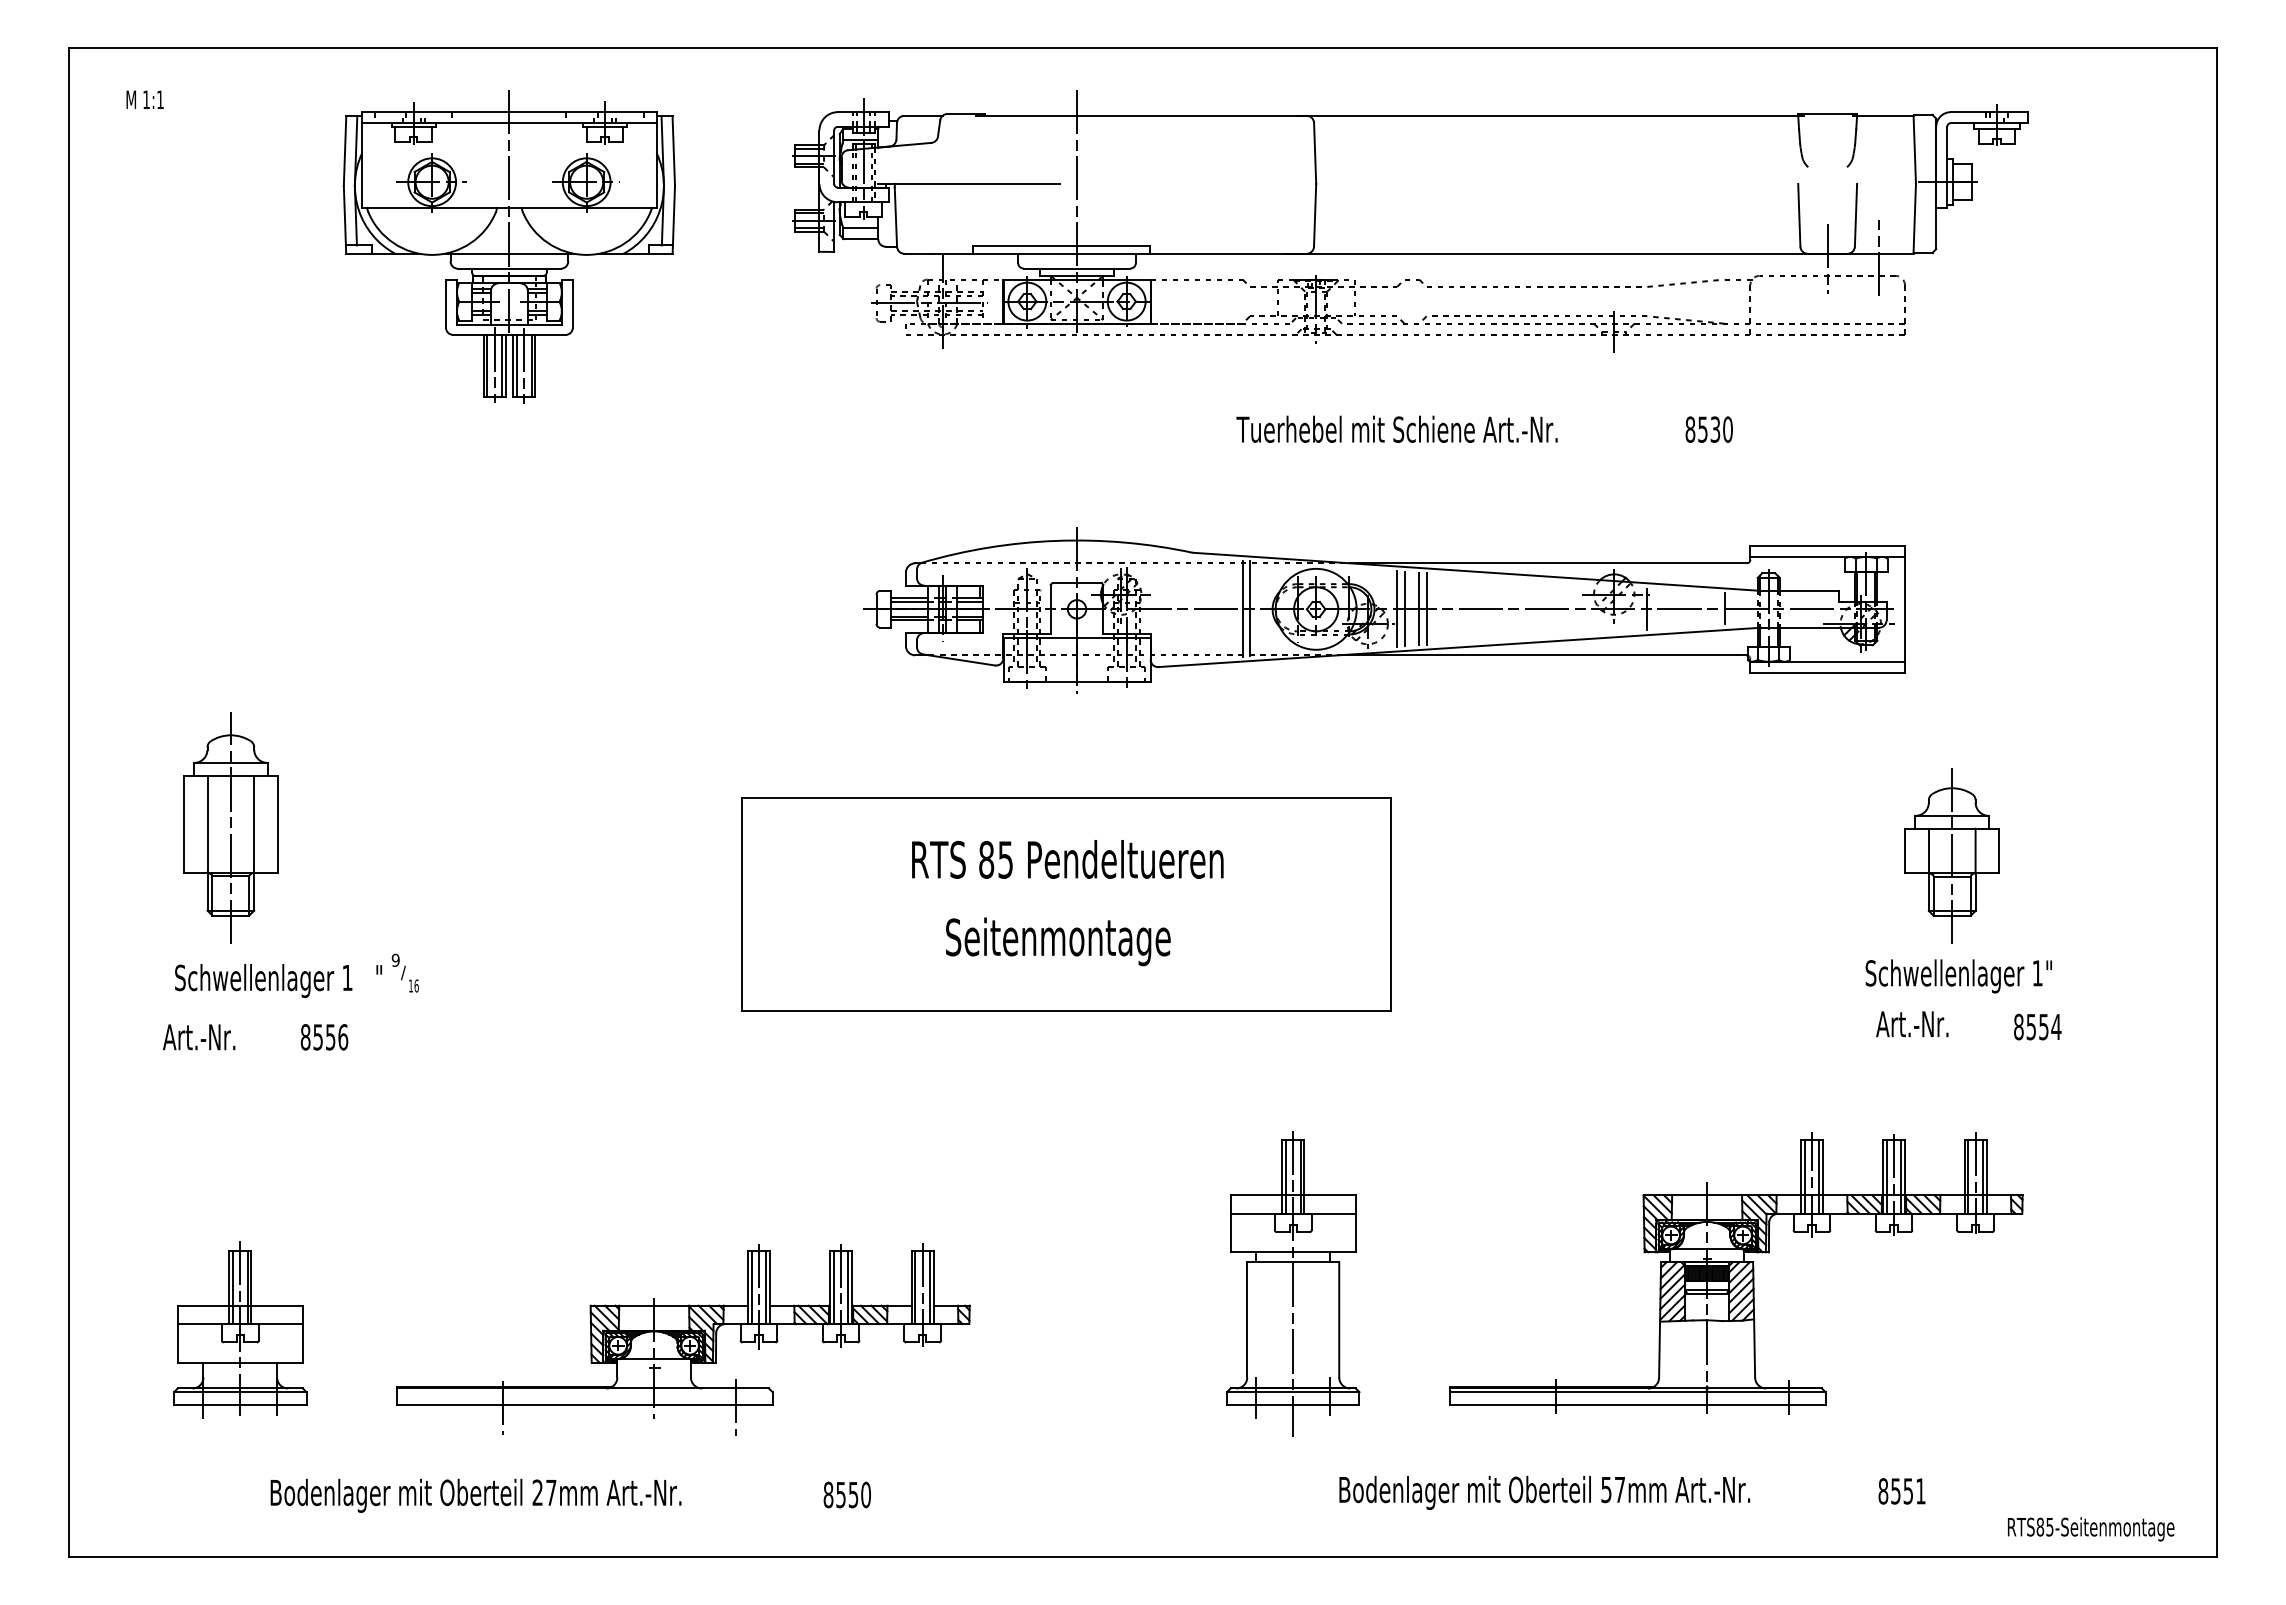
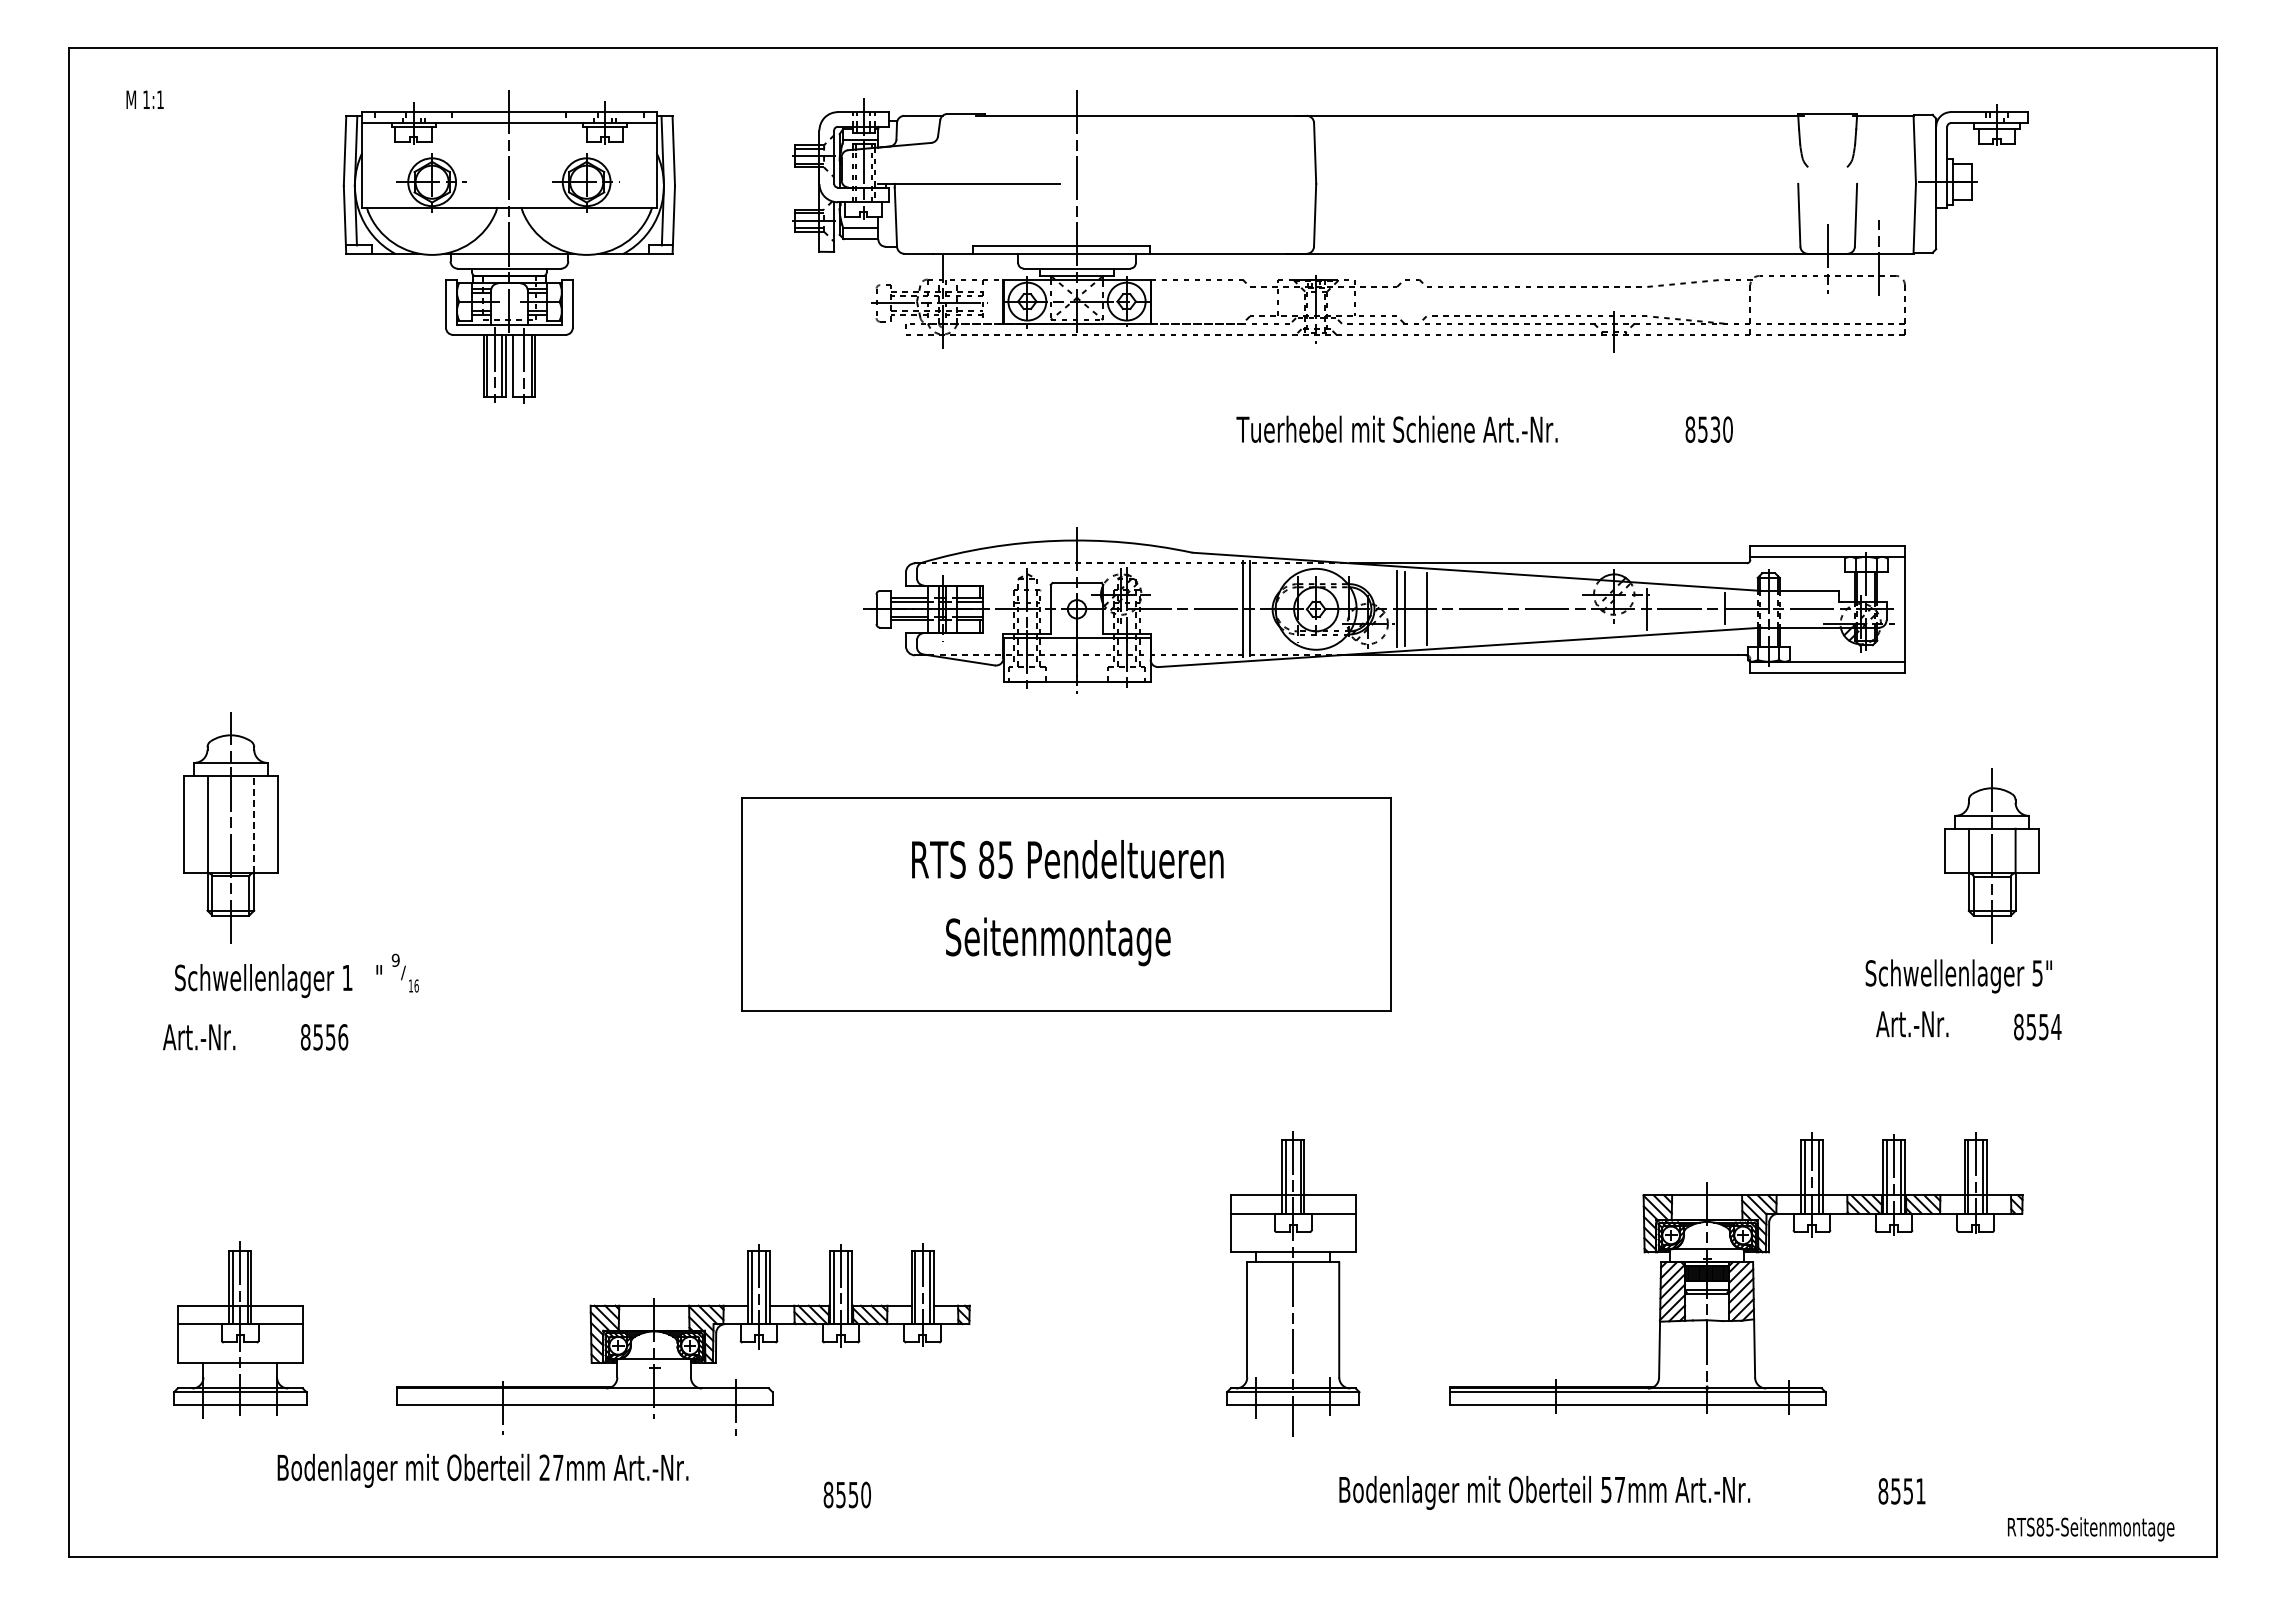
line at (516, 365): present -> none
line at (1419, 608): present -> none
line at (254, 823): solid -> dashed
part at (1951, 855) position: (1951, 855) -> (1991, 855)
text at (2037, 973): 1" -> 5"
text at (475, 1495) position: (475, 1495) -> (482, 1470)
